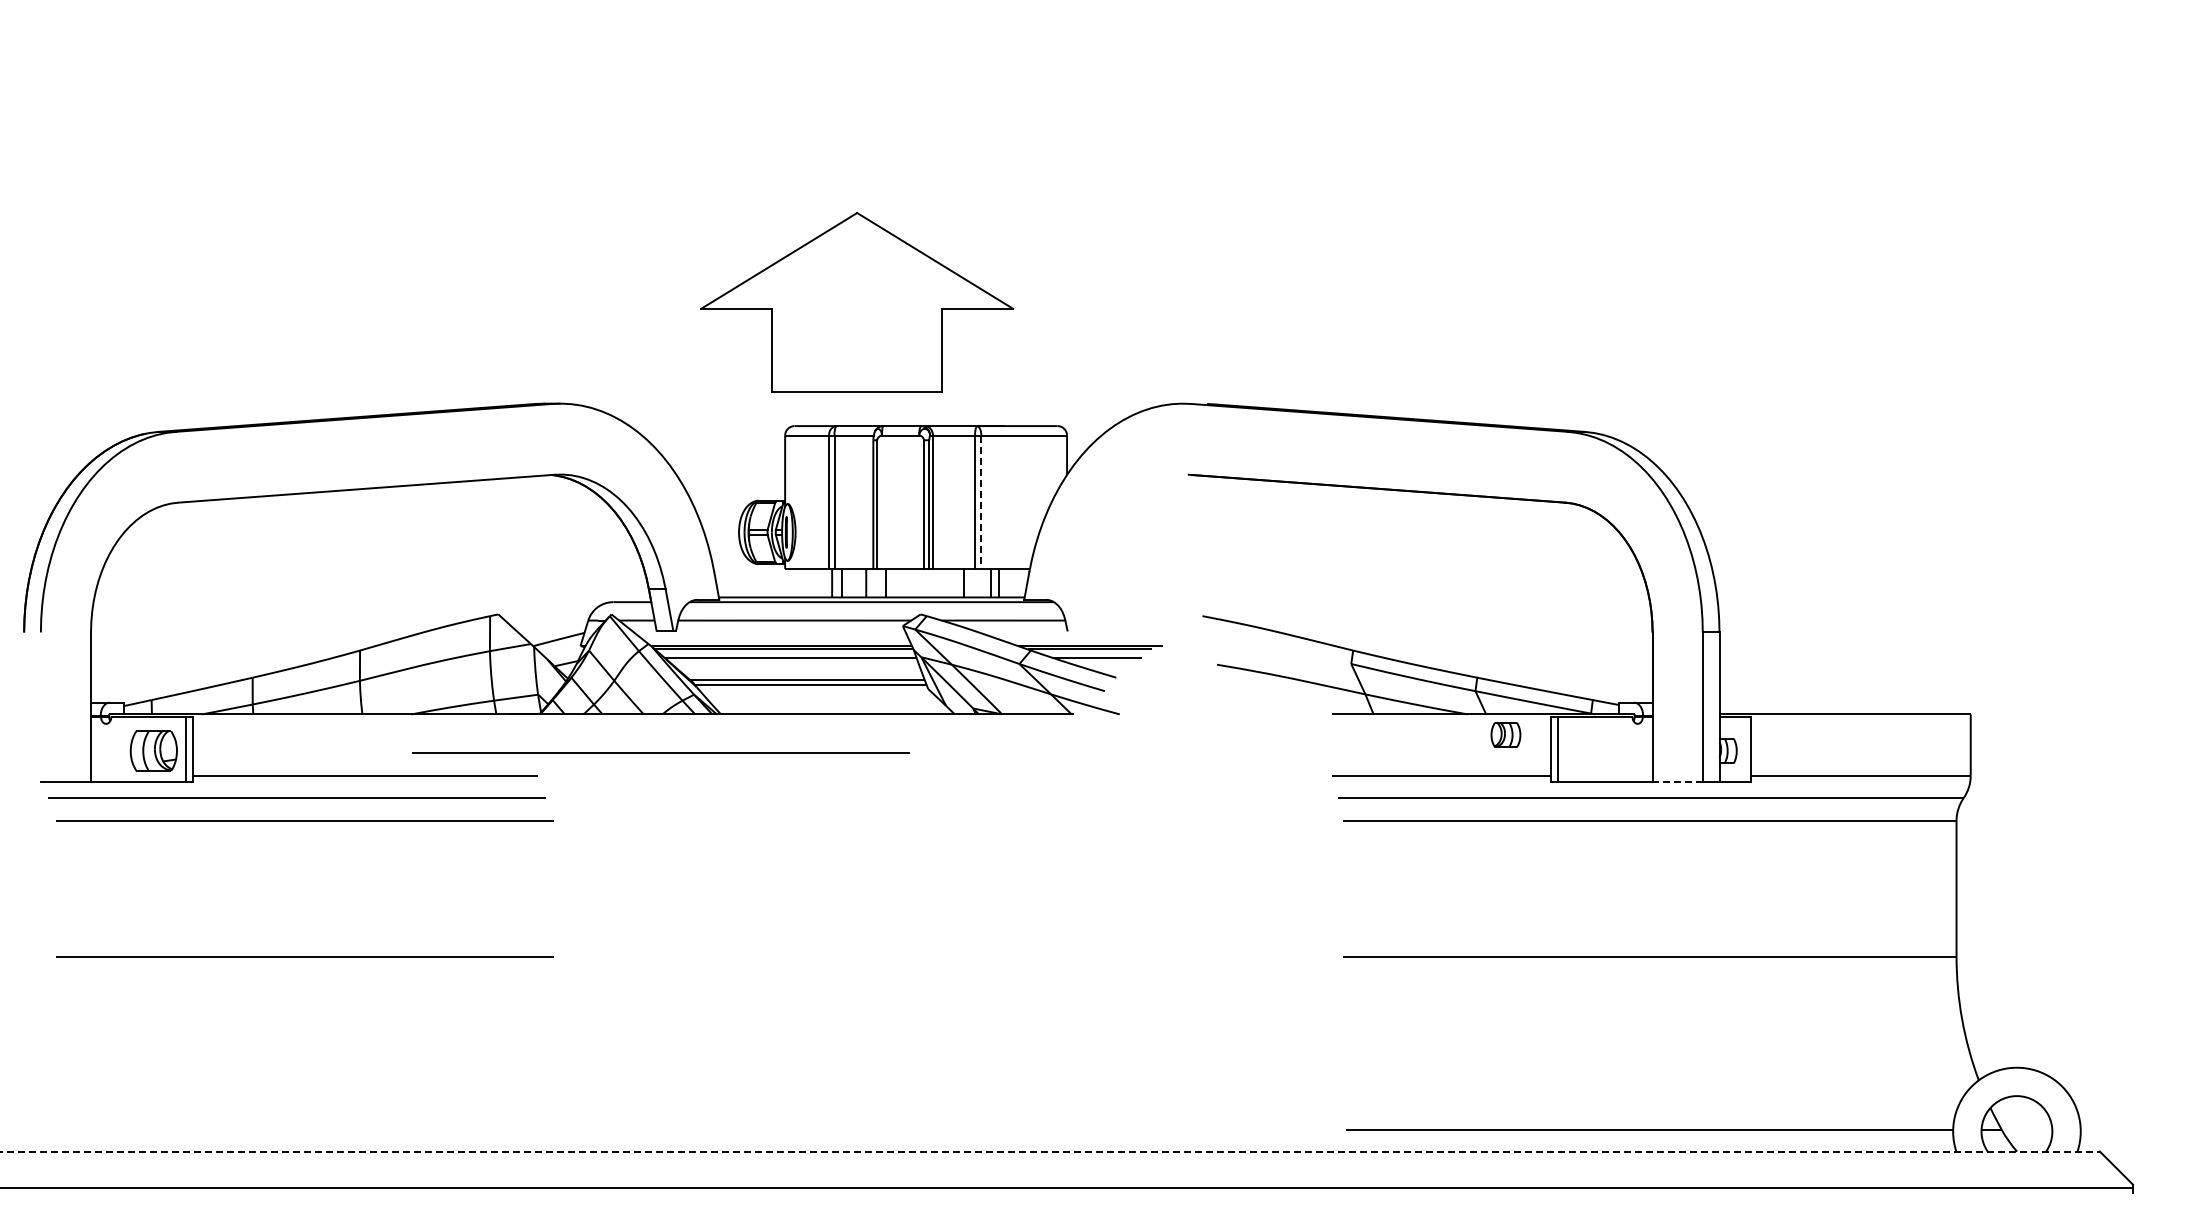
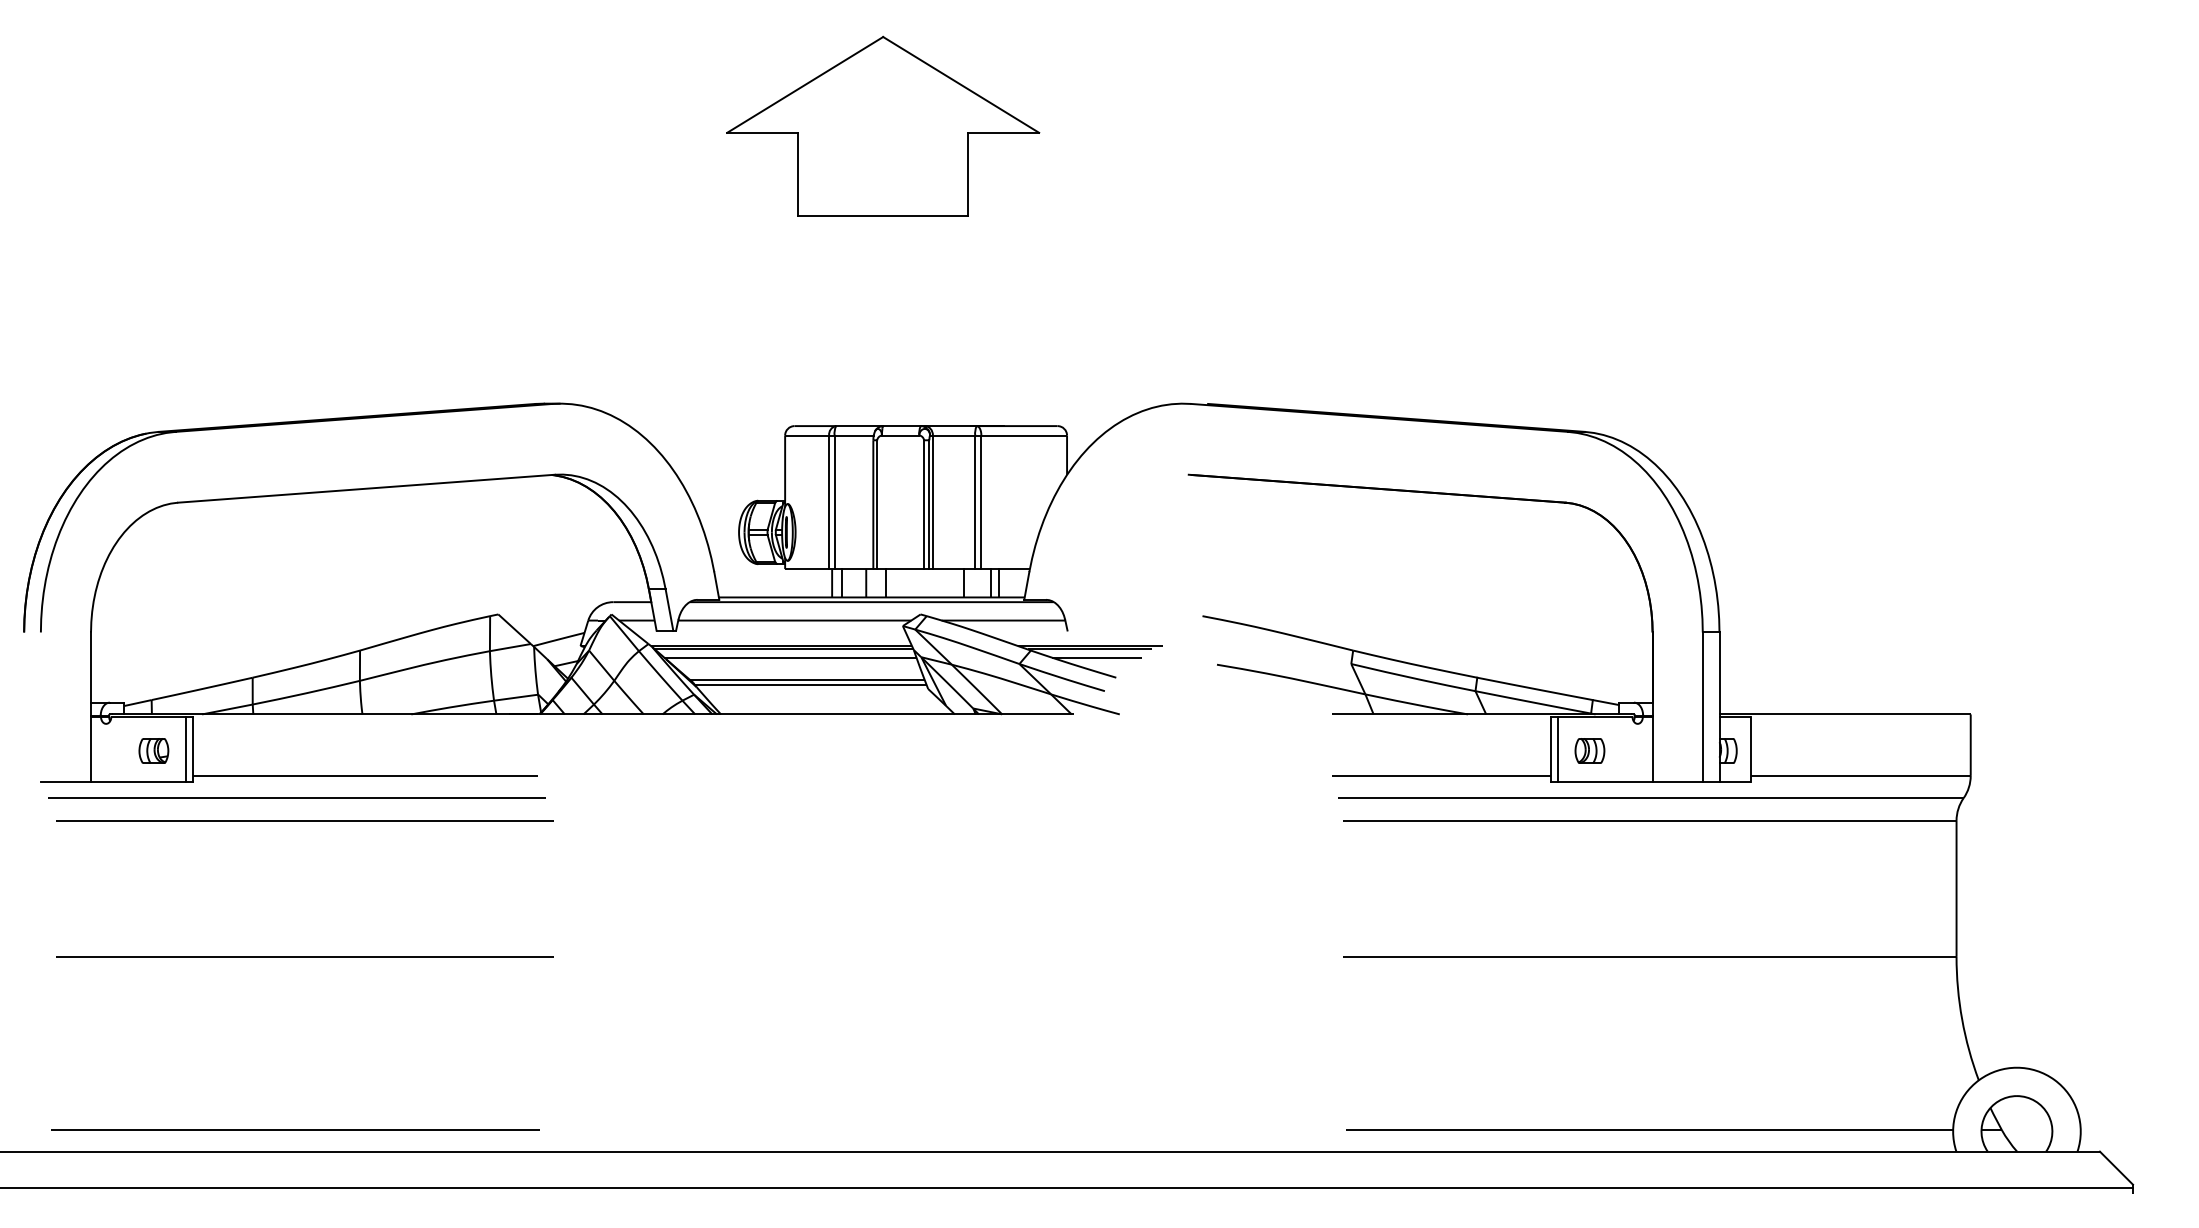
part at (857, 301) position: (857, 301) -> (883, 125)
line at (981, 502): dashed -> solid
part at (1505, 734) position: (1505, 734) -> (1589, 750)
part at (153, 750) size: 49x42 px -> 32x26 px
line at (660, 752): present -> none
line at (1677, 781): dashed -> solid
line at (295, 1129): none -> present
line at (1050, 1151): dashed -> solid
